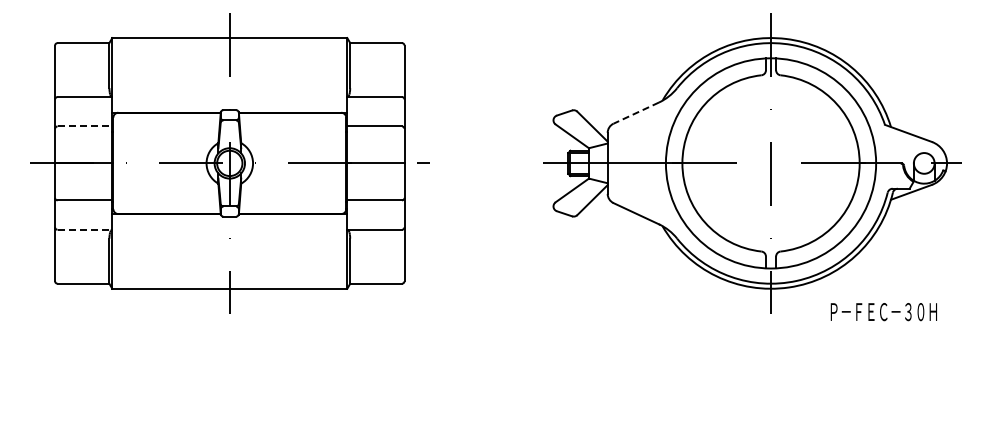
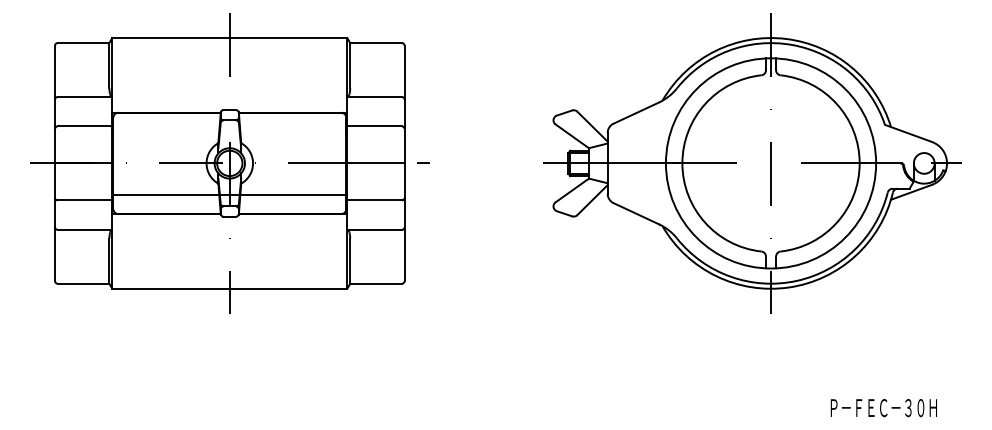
line at (635, 113): dashed -> solid
line at (85, 126): dashed -> solid
line at (230, 195): none -> present
line at (85, 229): dashed -> solid
text at (883, 312) position: (883, 312) -> (883, 408)
